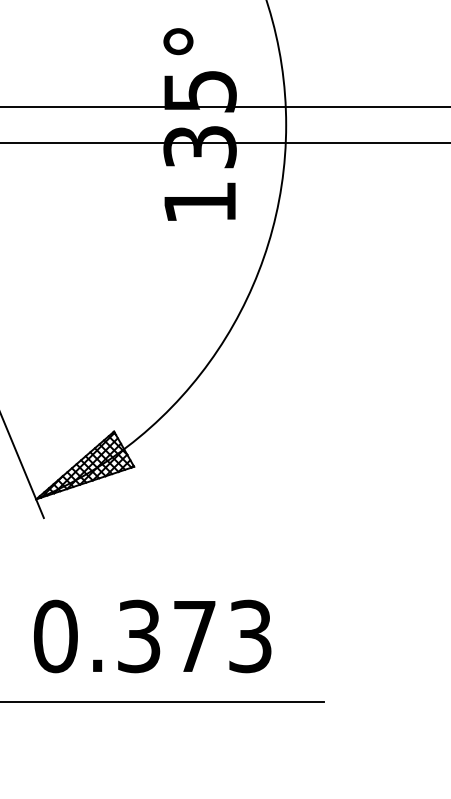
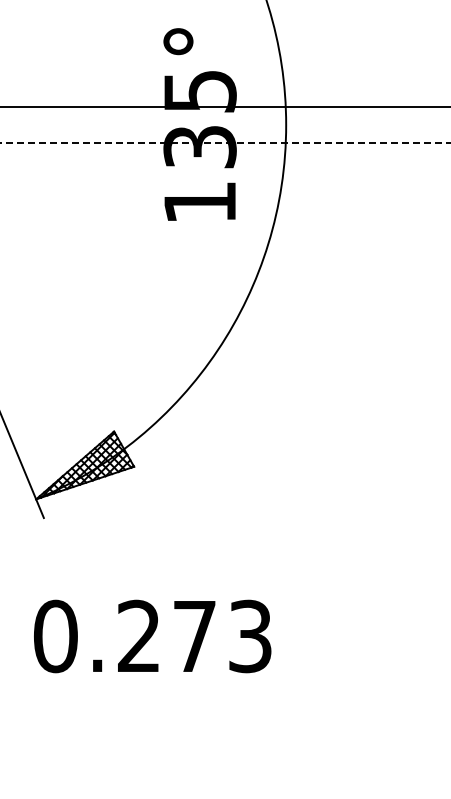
line at (225, 143): solid -> dashed
text at (139, 636): 0.373 -> 0.273
line at (163, 702): present -> none
